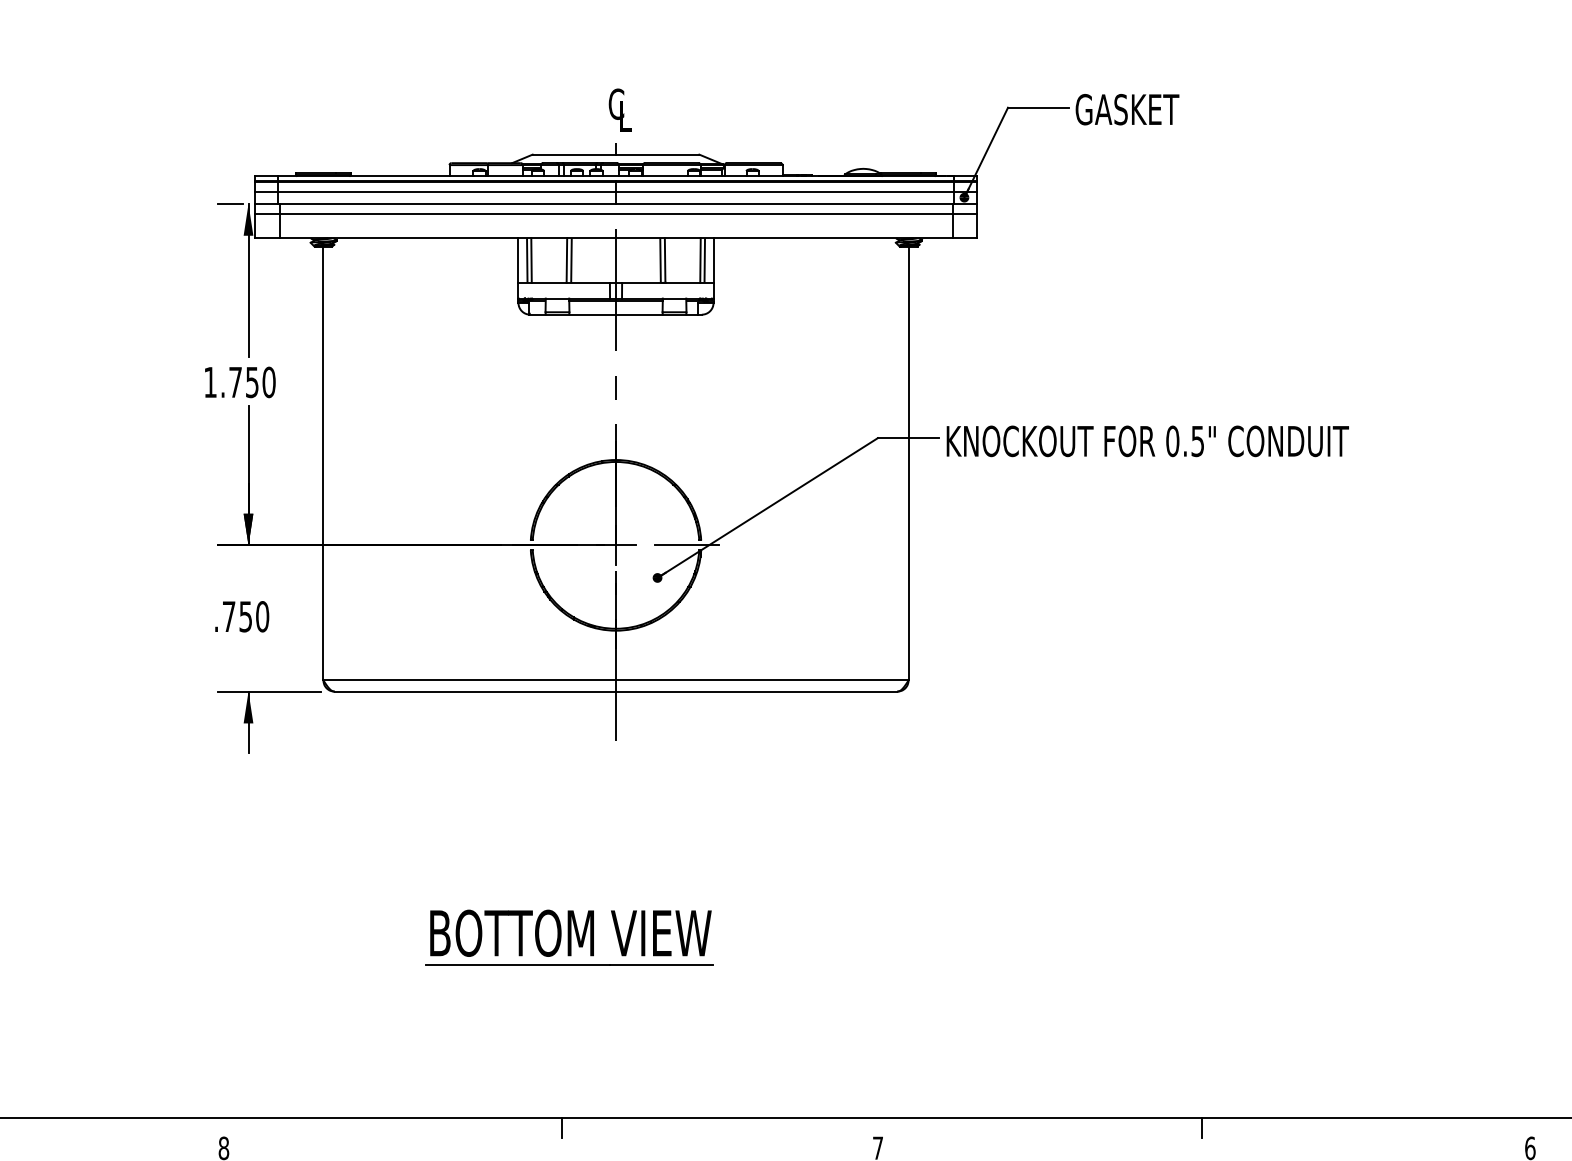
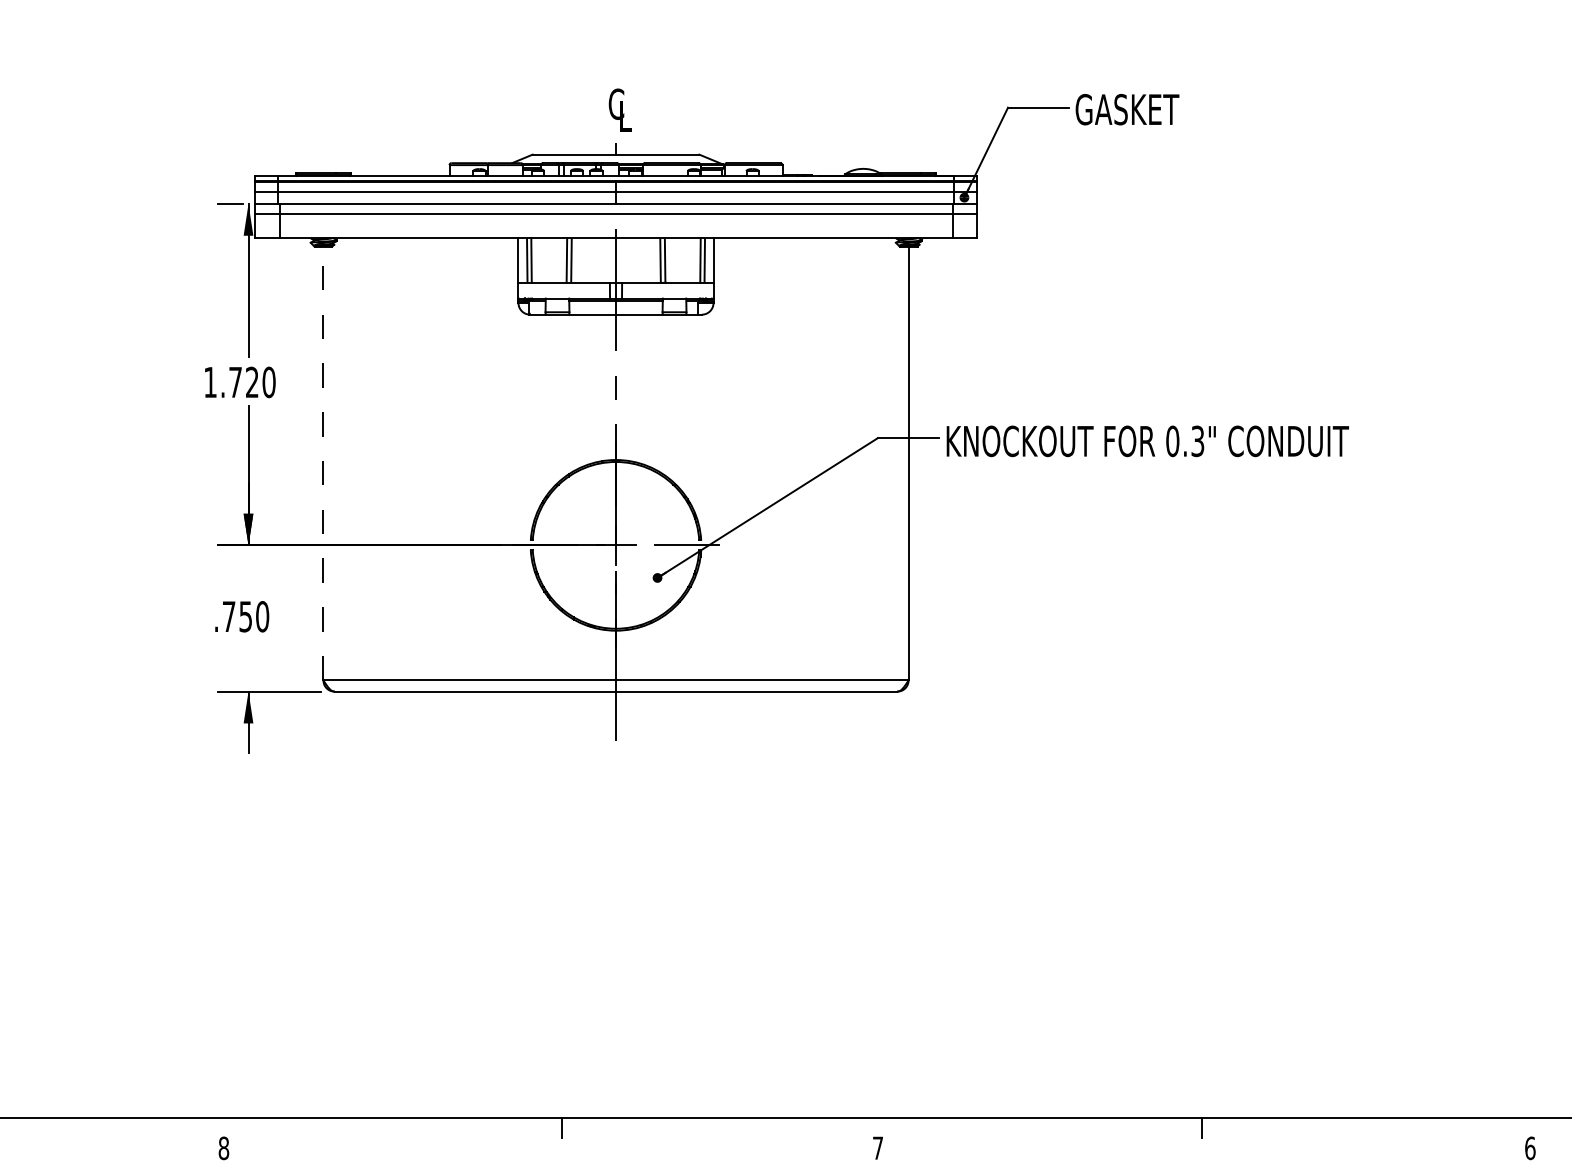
text at (252, 382): 1.750 -> 1.720
text at (1198, 440): 0.5" -> 0.3"
line at (323, 463): solid -> dashed
part at (569, 937): present -> none
